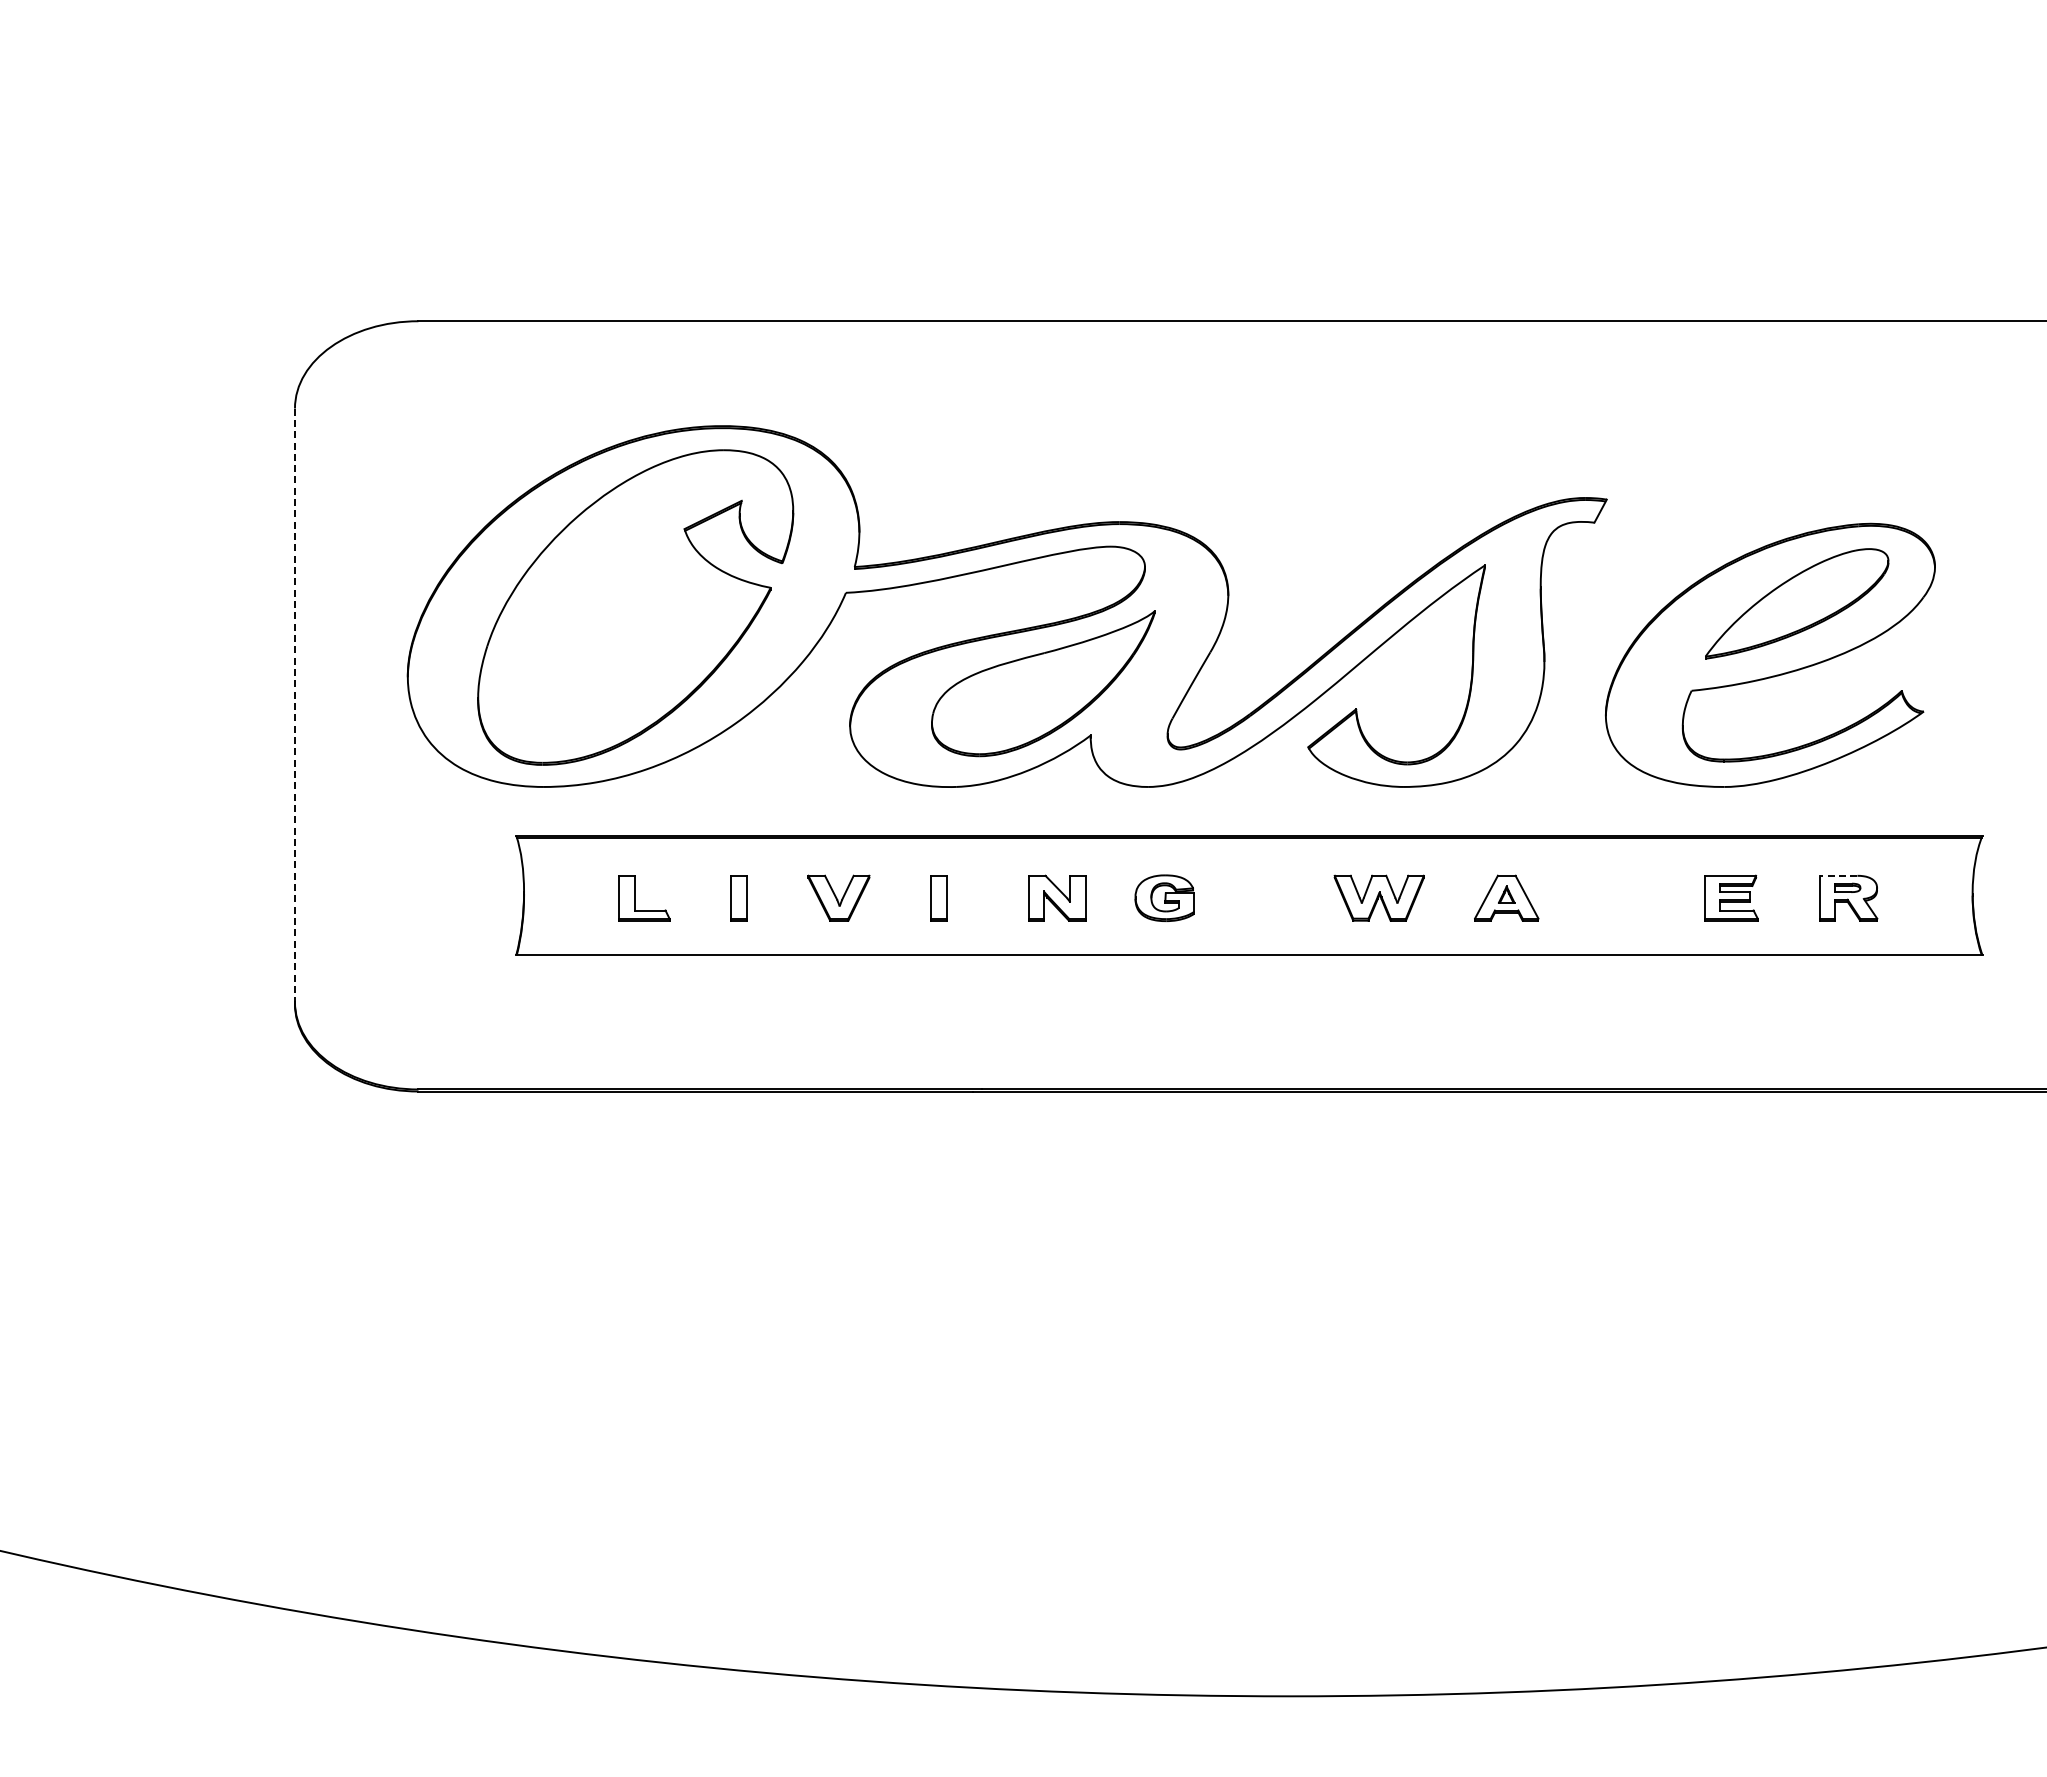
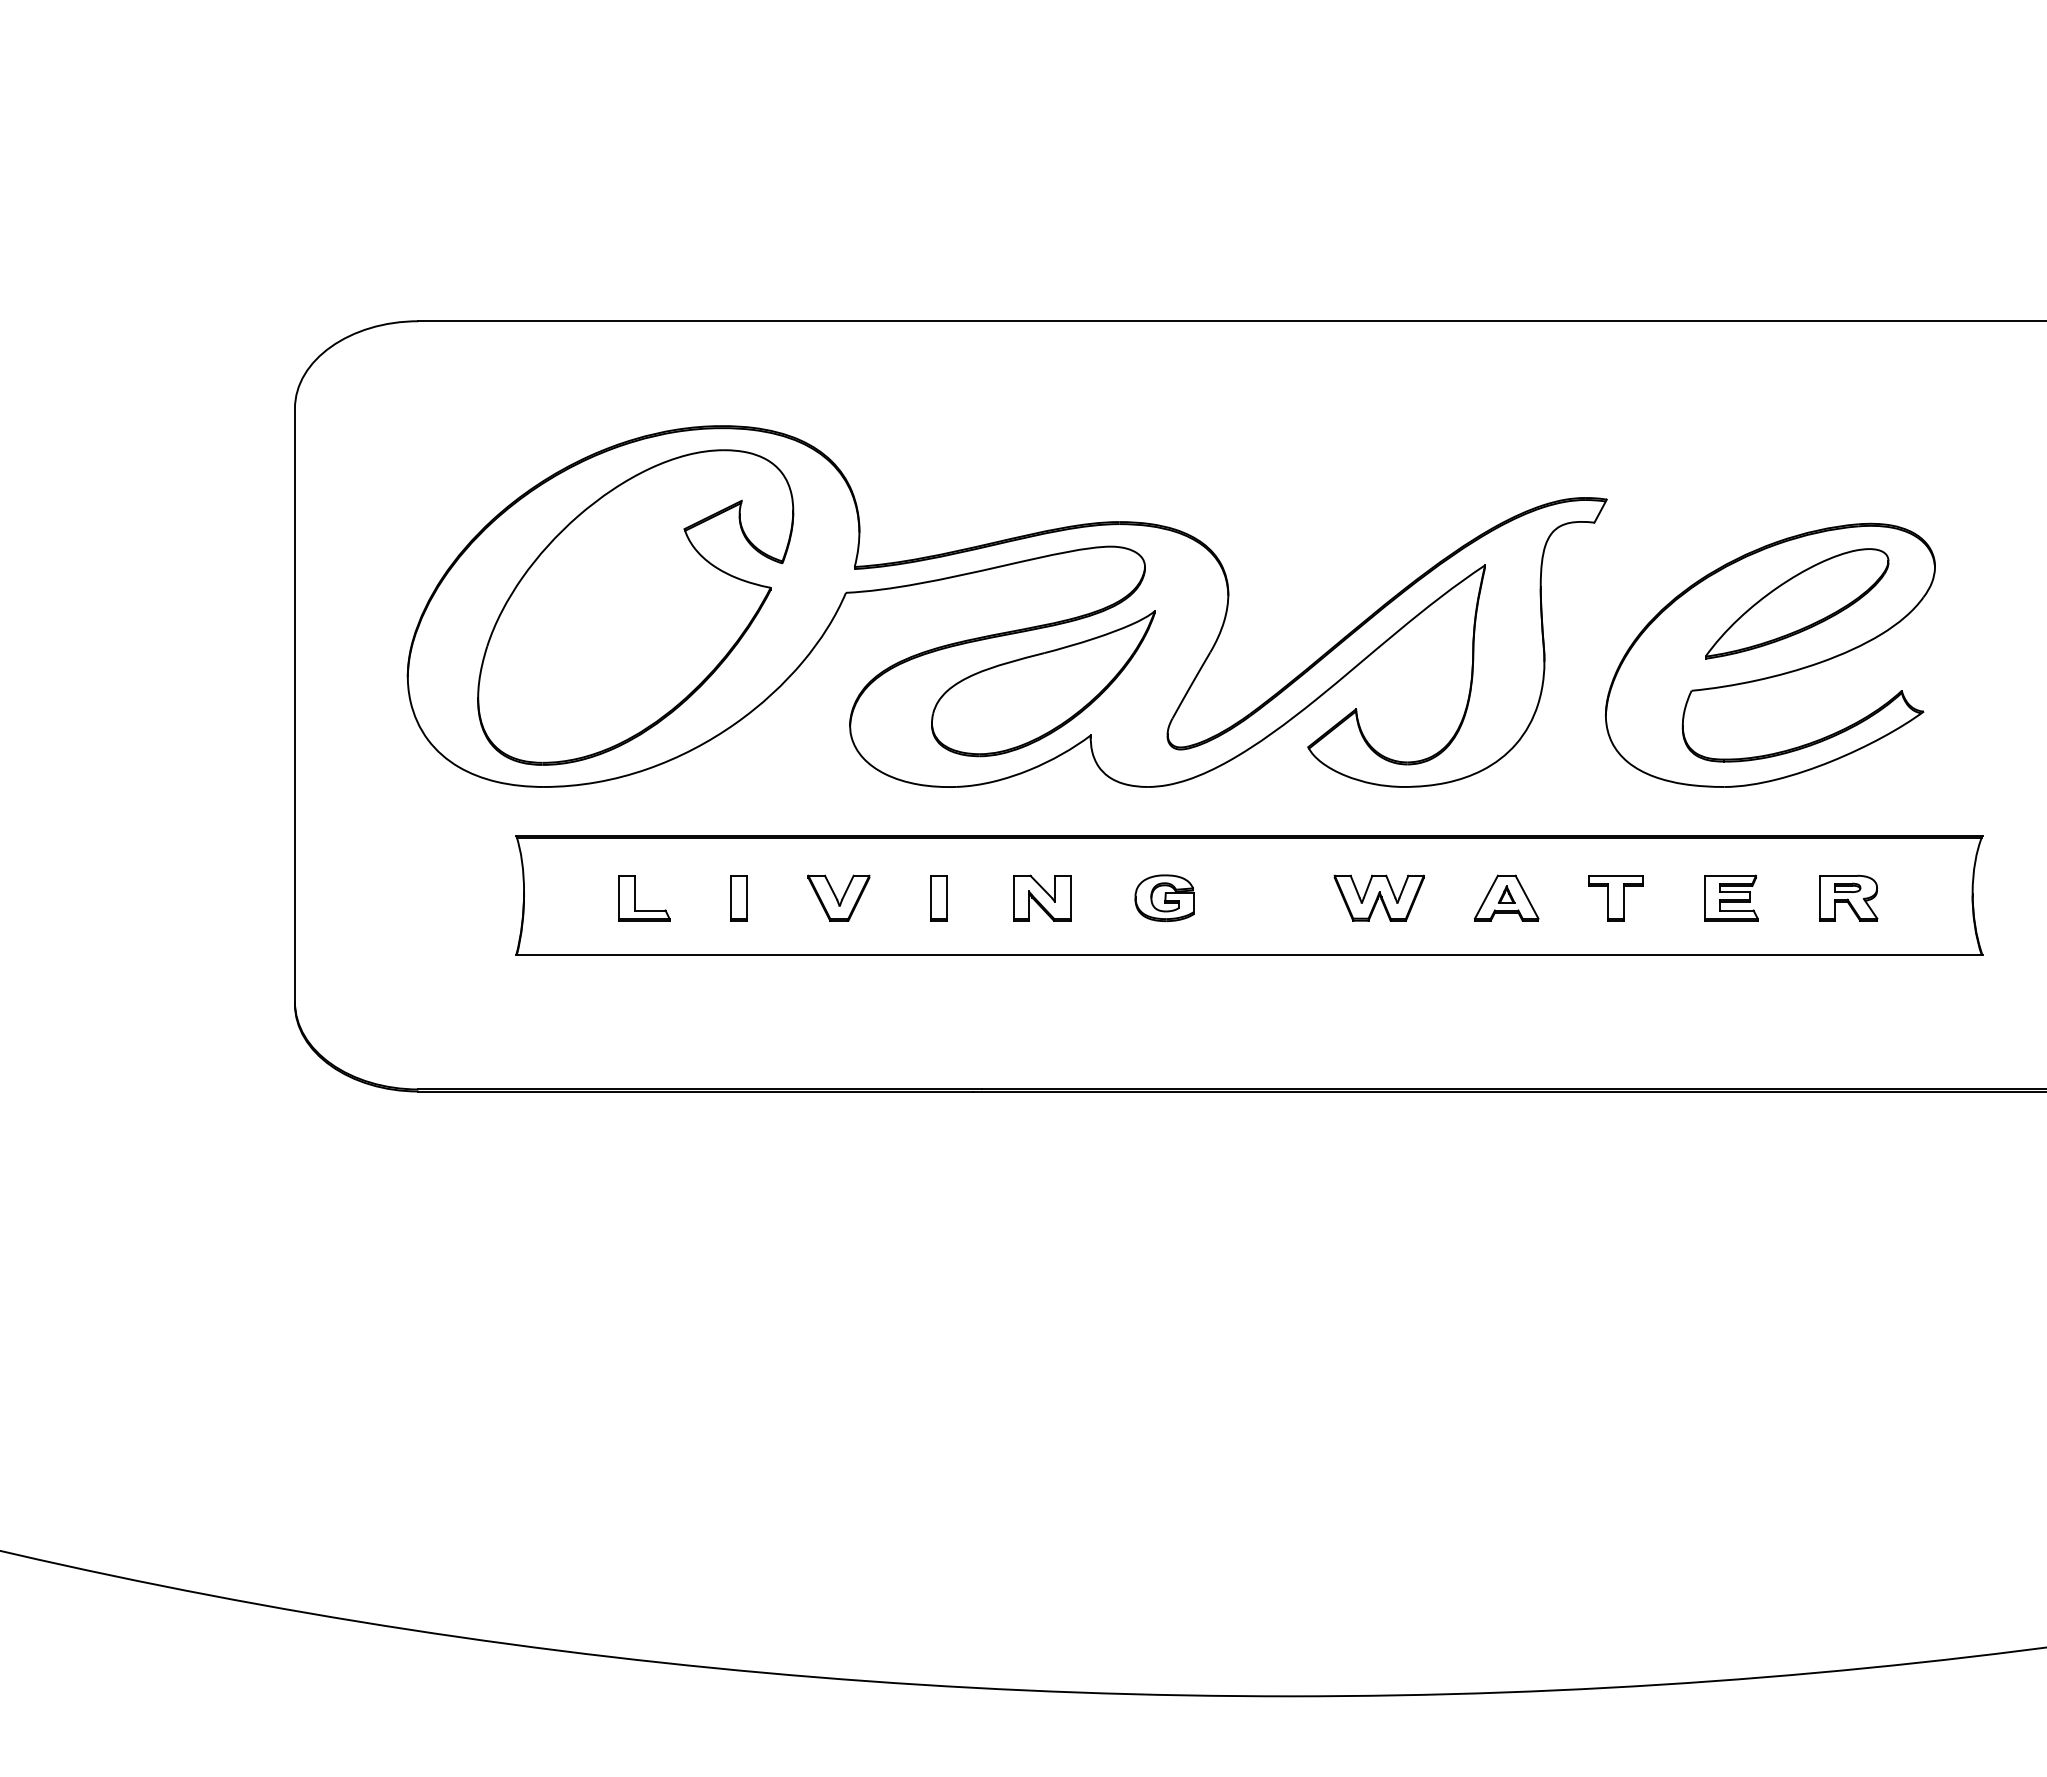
line at (294, 705): dashed -> solid
line at (1838, 875): dashed -> solid
part at (1057, 897) position: (1057, 897) -> (1042, 897)
part at (1615, 898): none -> present
